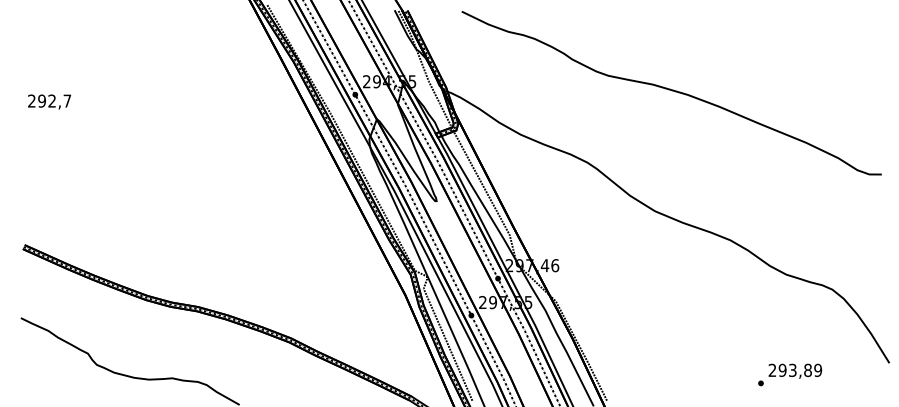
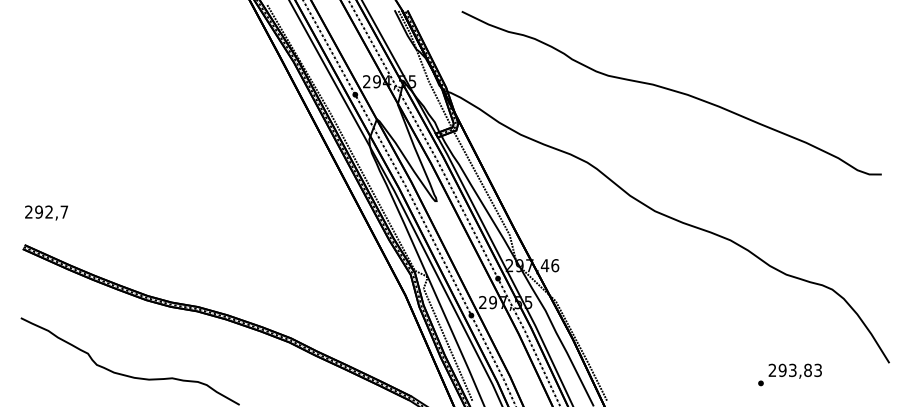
text at (49, 101) position: (49, 101) -> (46, 212)
text at (818, 369): 293,89 -> 293,83
